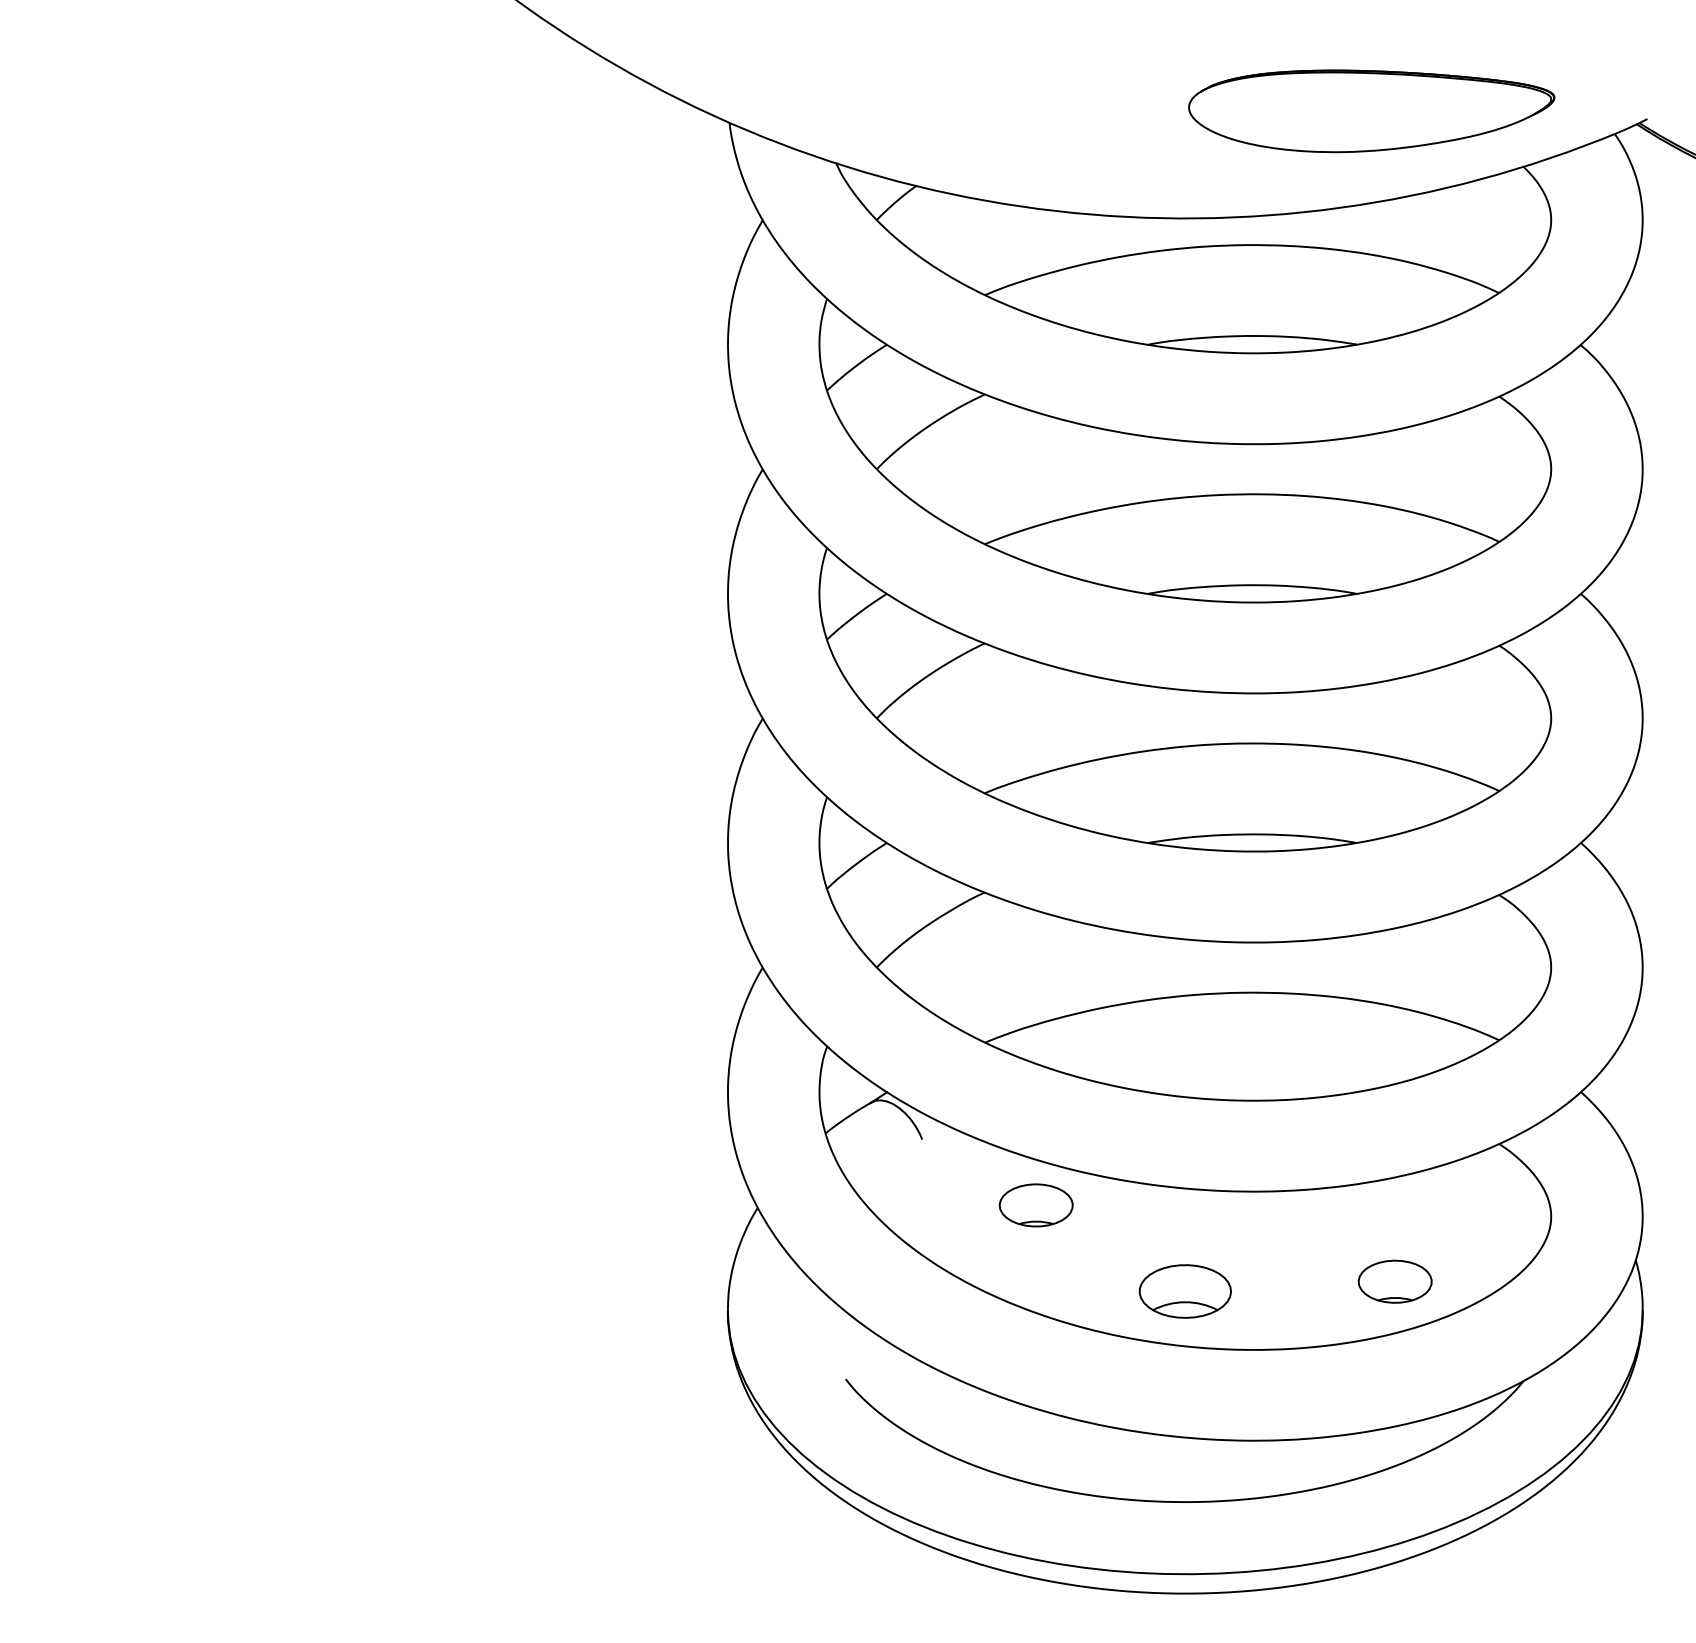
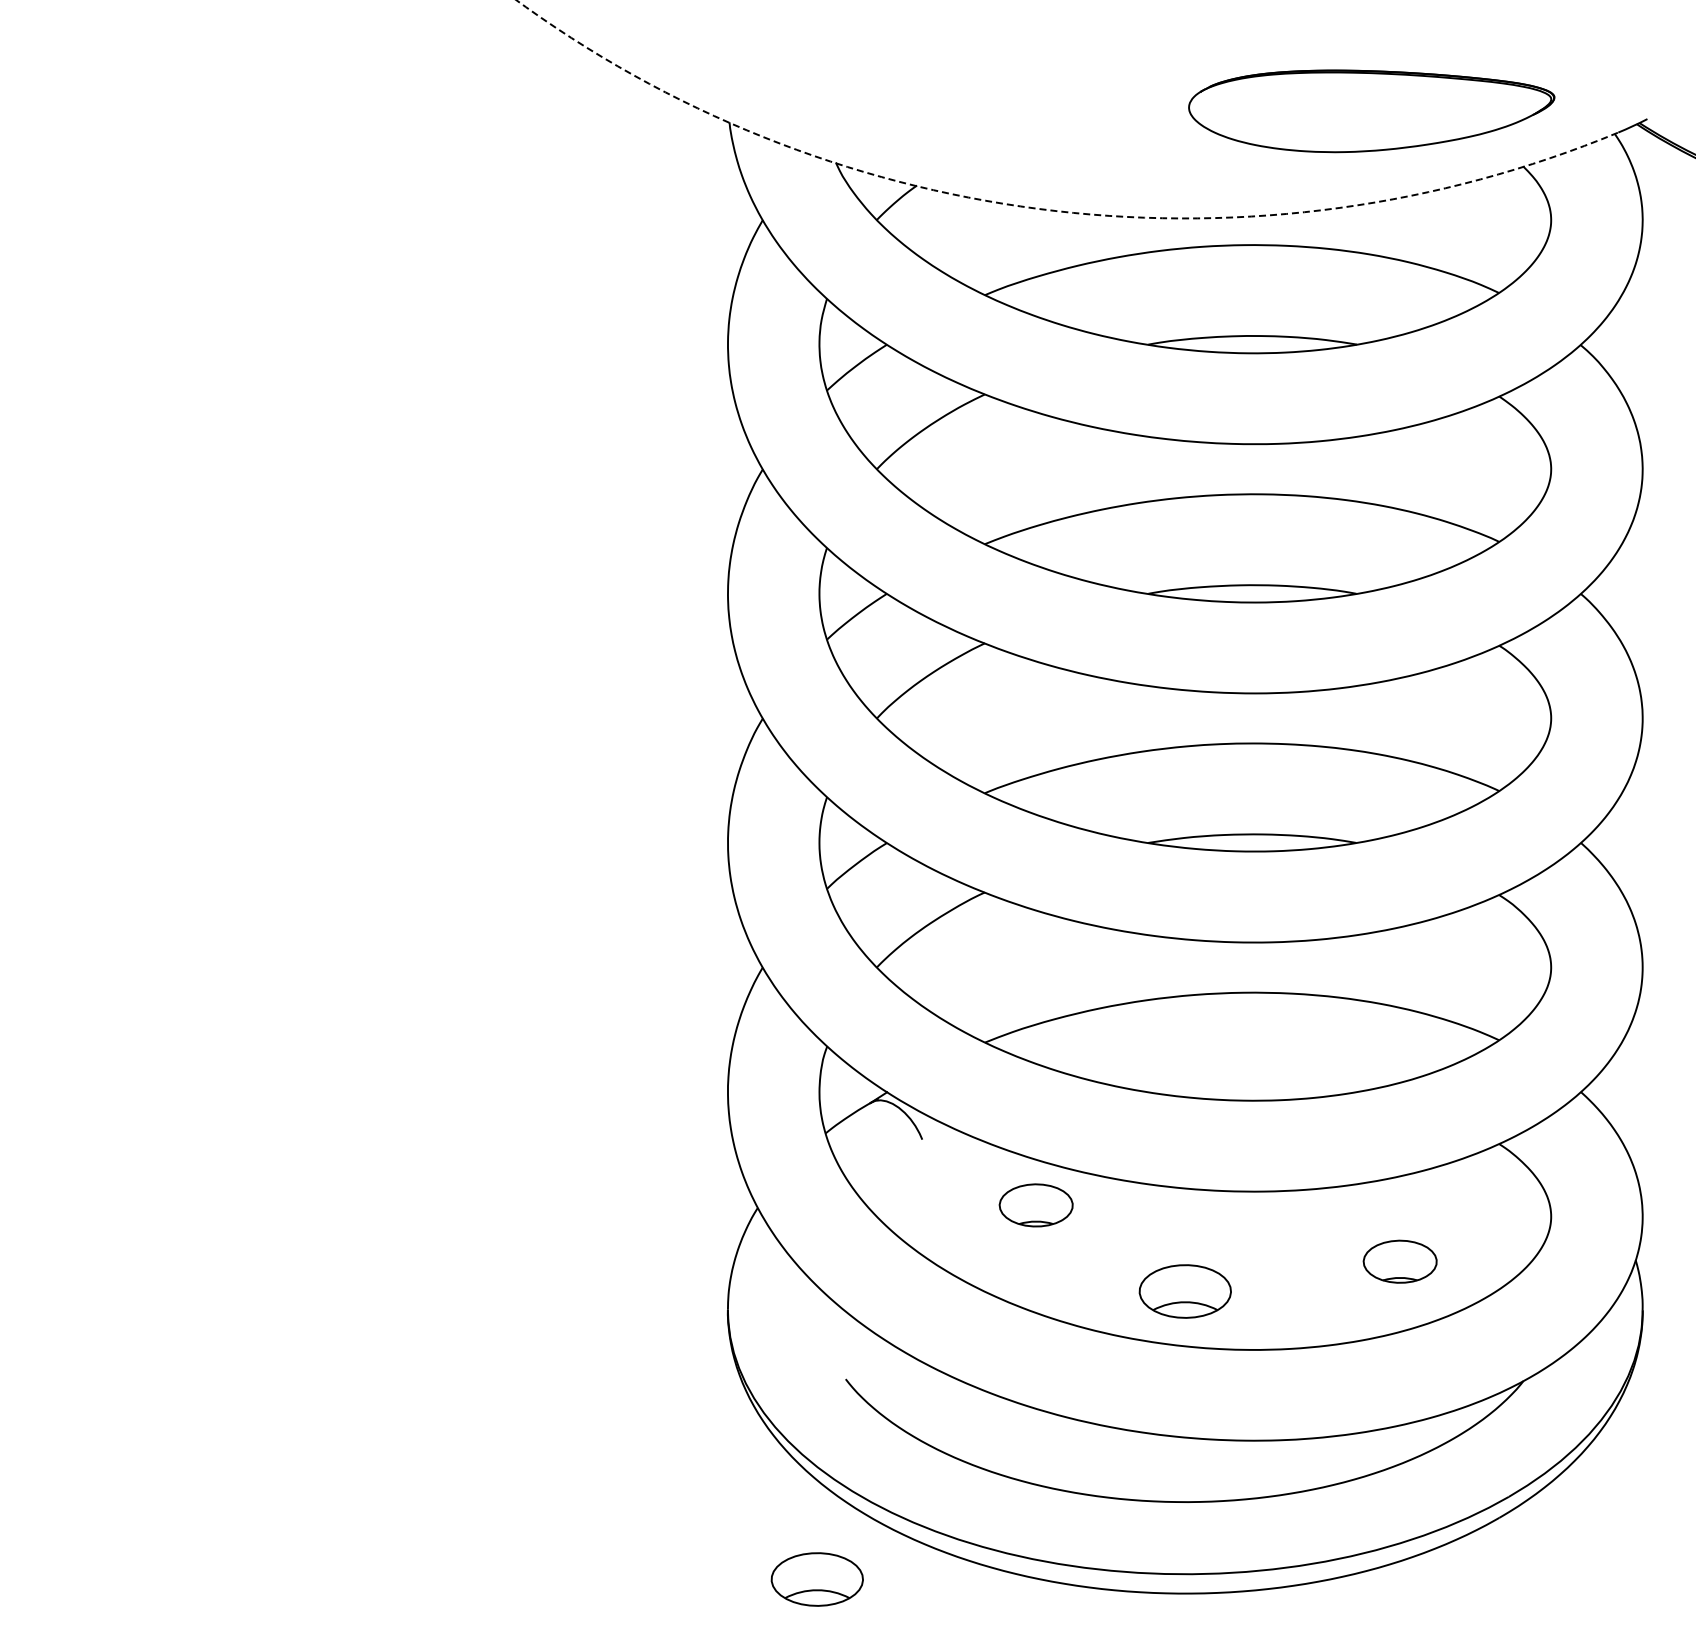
arc at (1050, 210): solid -> dashed
part at (1394, 1281) position: (1394, 1281) -> (1399, 1261)
part at (816, 1579): none -> present
